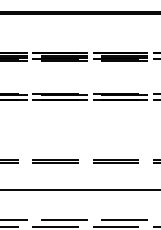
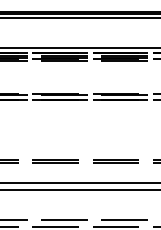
line at (79, 17): none -> present
line at (79, 47): none -> present
line at (79, 182): none -> present
